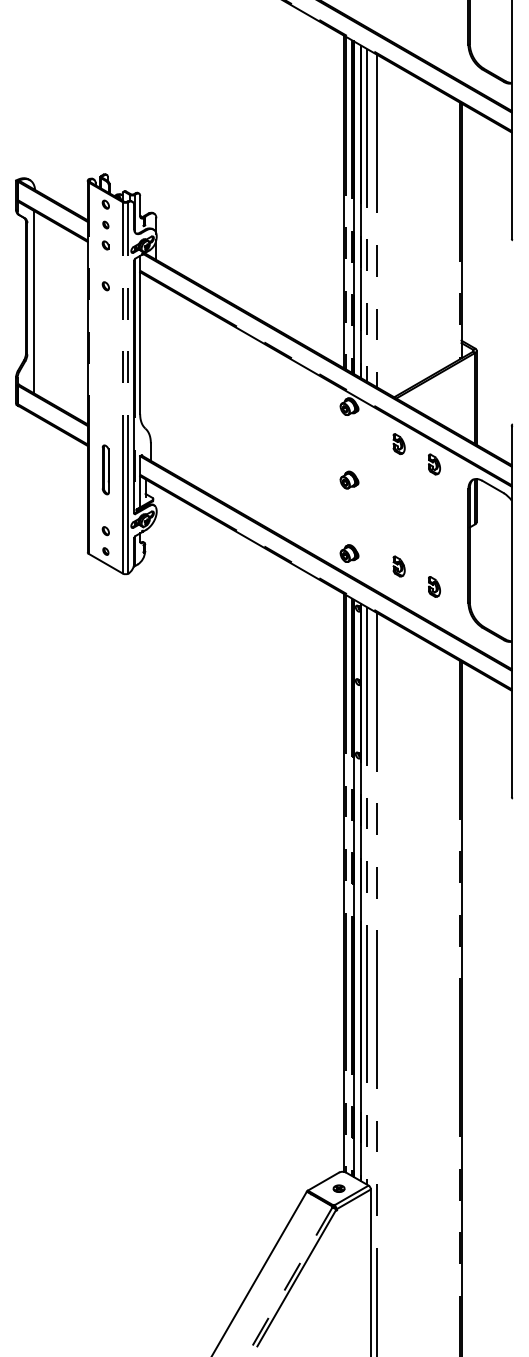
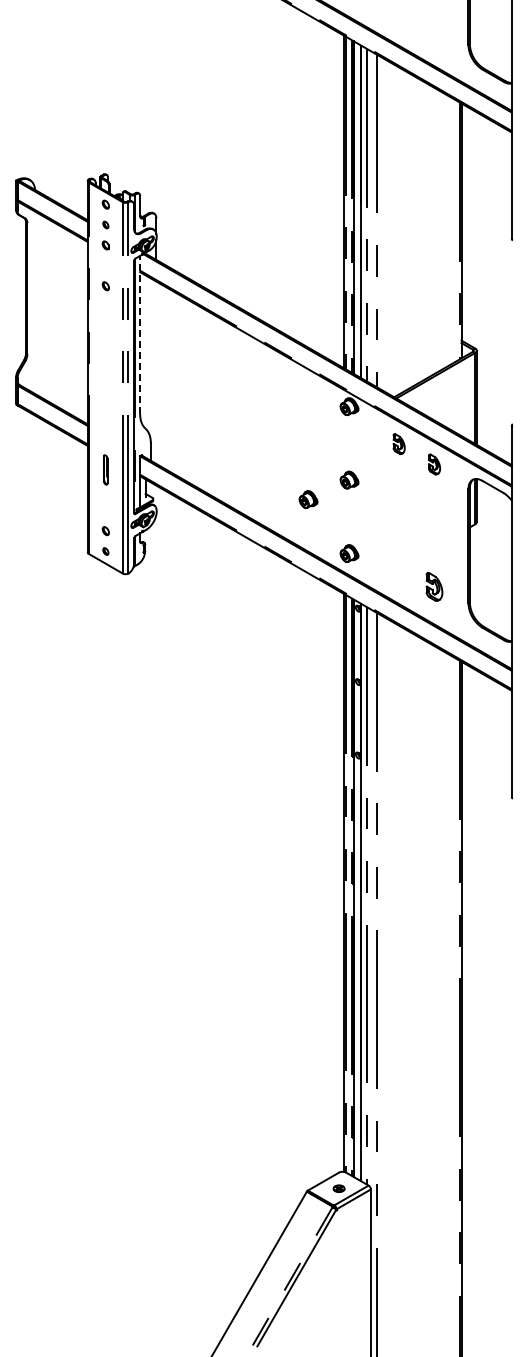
line at (33, 301): present -> none
line at (140, 334): solid -> dashed
part at (105, 469) size: 9x52 px -> 6x32 px
part at (308, 499): none -> present
part at (398, 566): present -> none
part at (434, 586) size: 13x22 px -> 19x30 px
